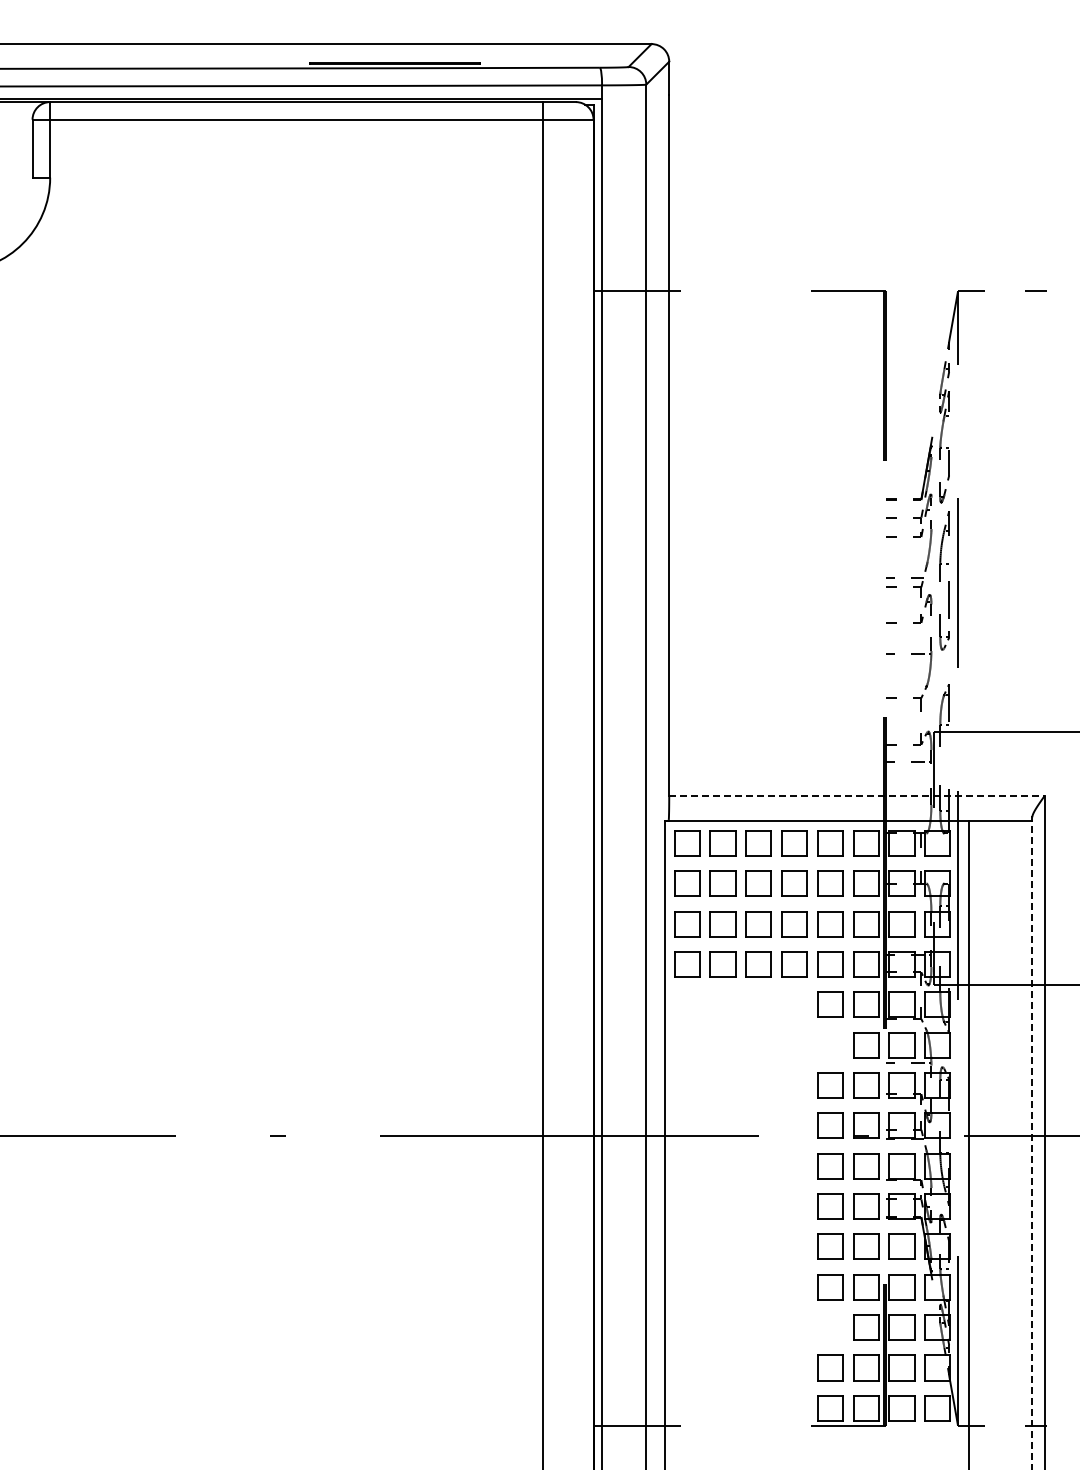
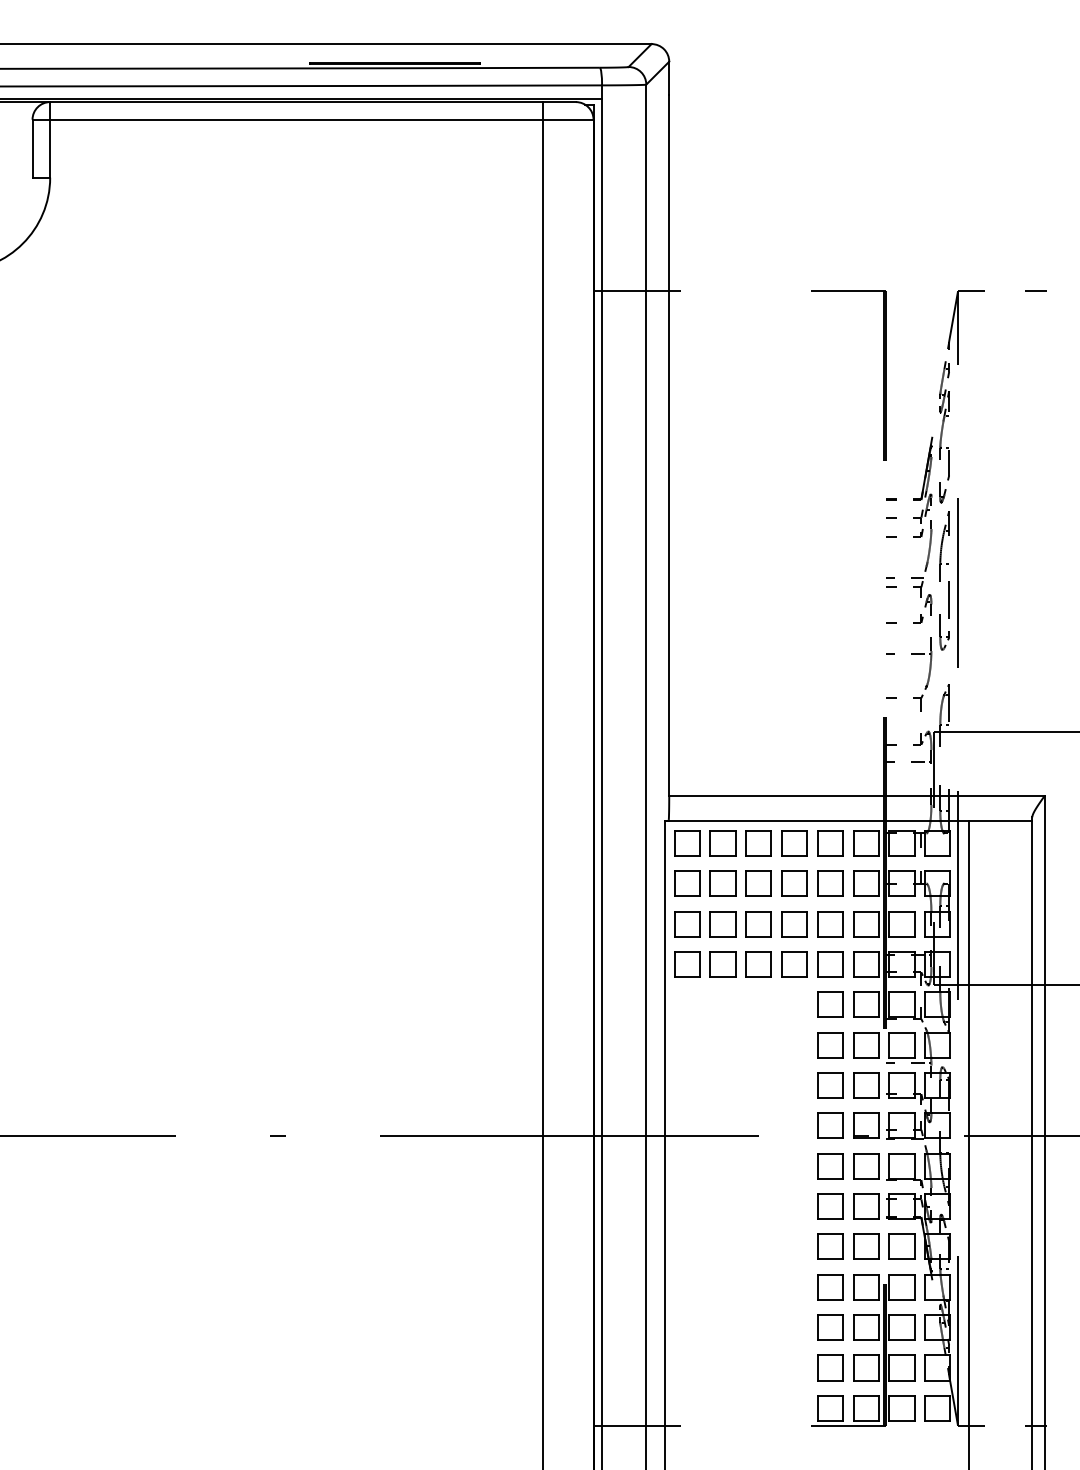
line at (857, 795): dashed -> solid
part at (830, 1045): none -> present
line at (1032, 1144): dashed -> solid
part at (830, 1327): none -> present
